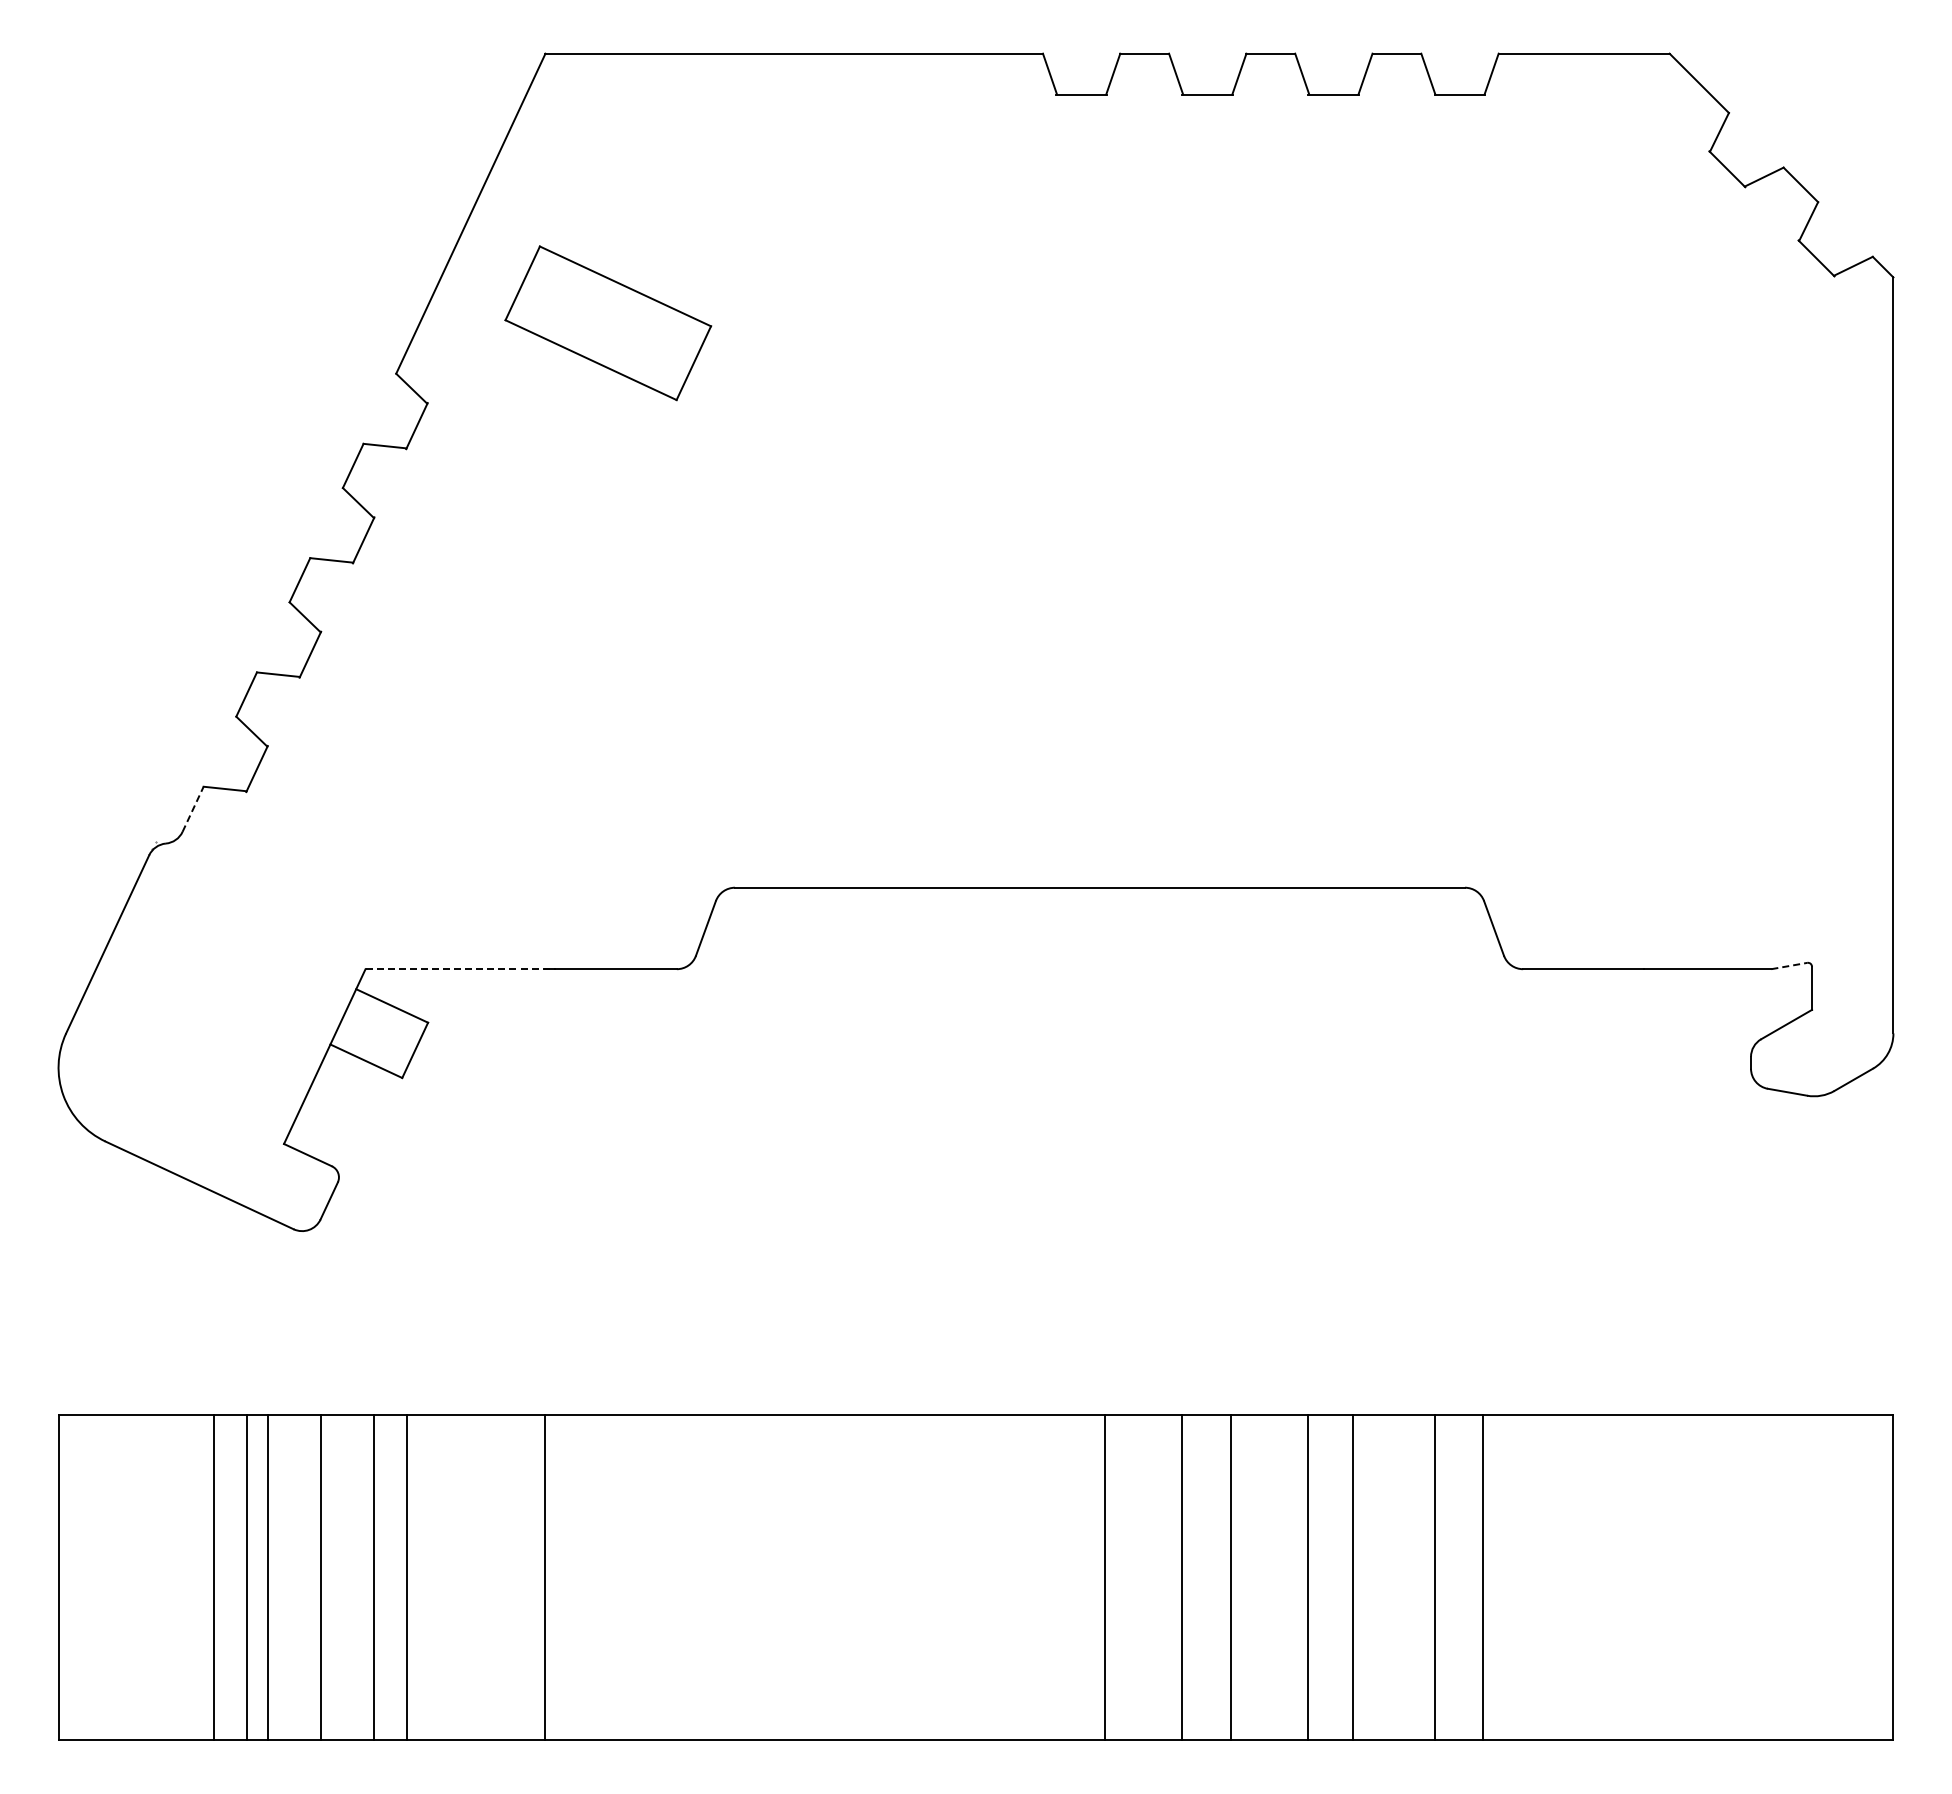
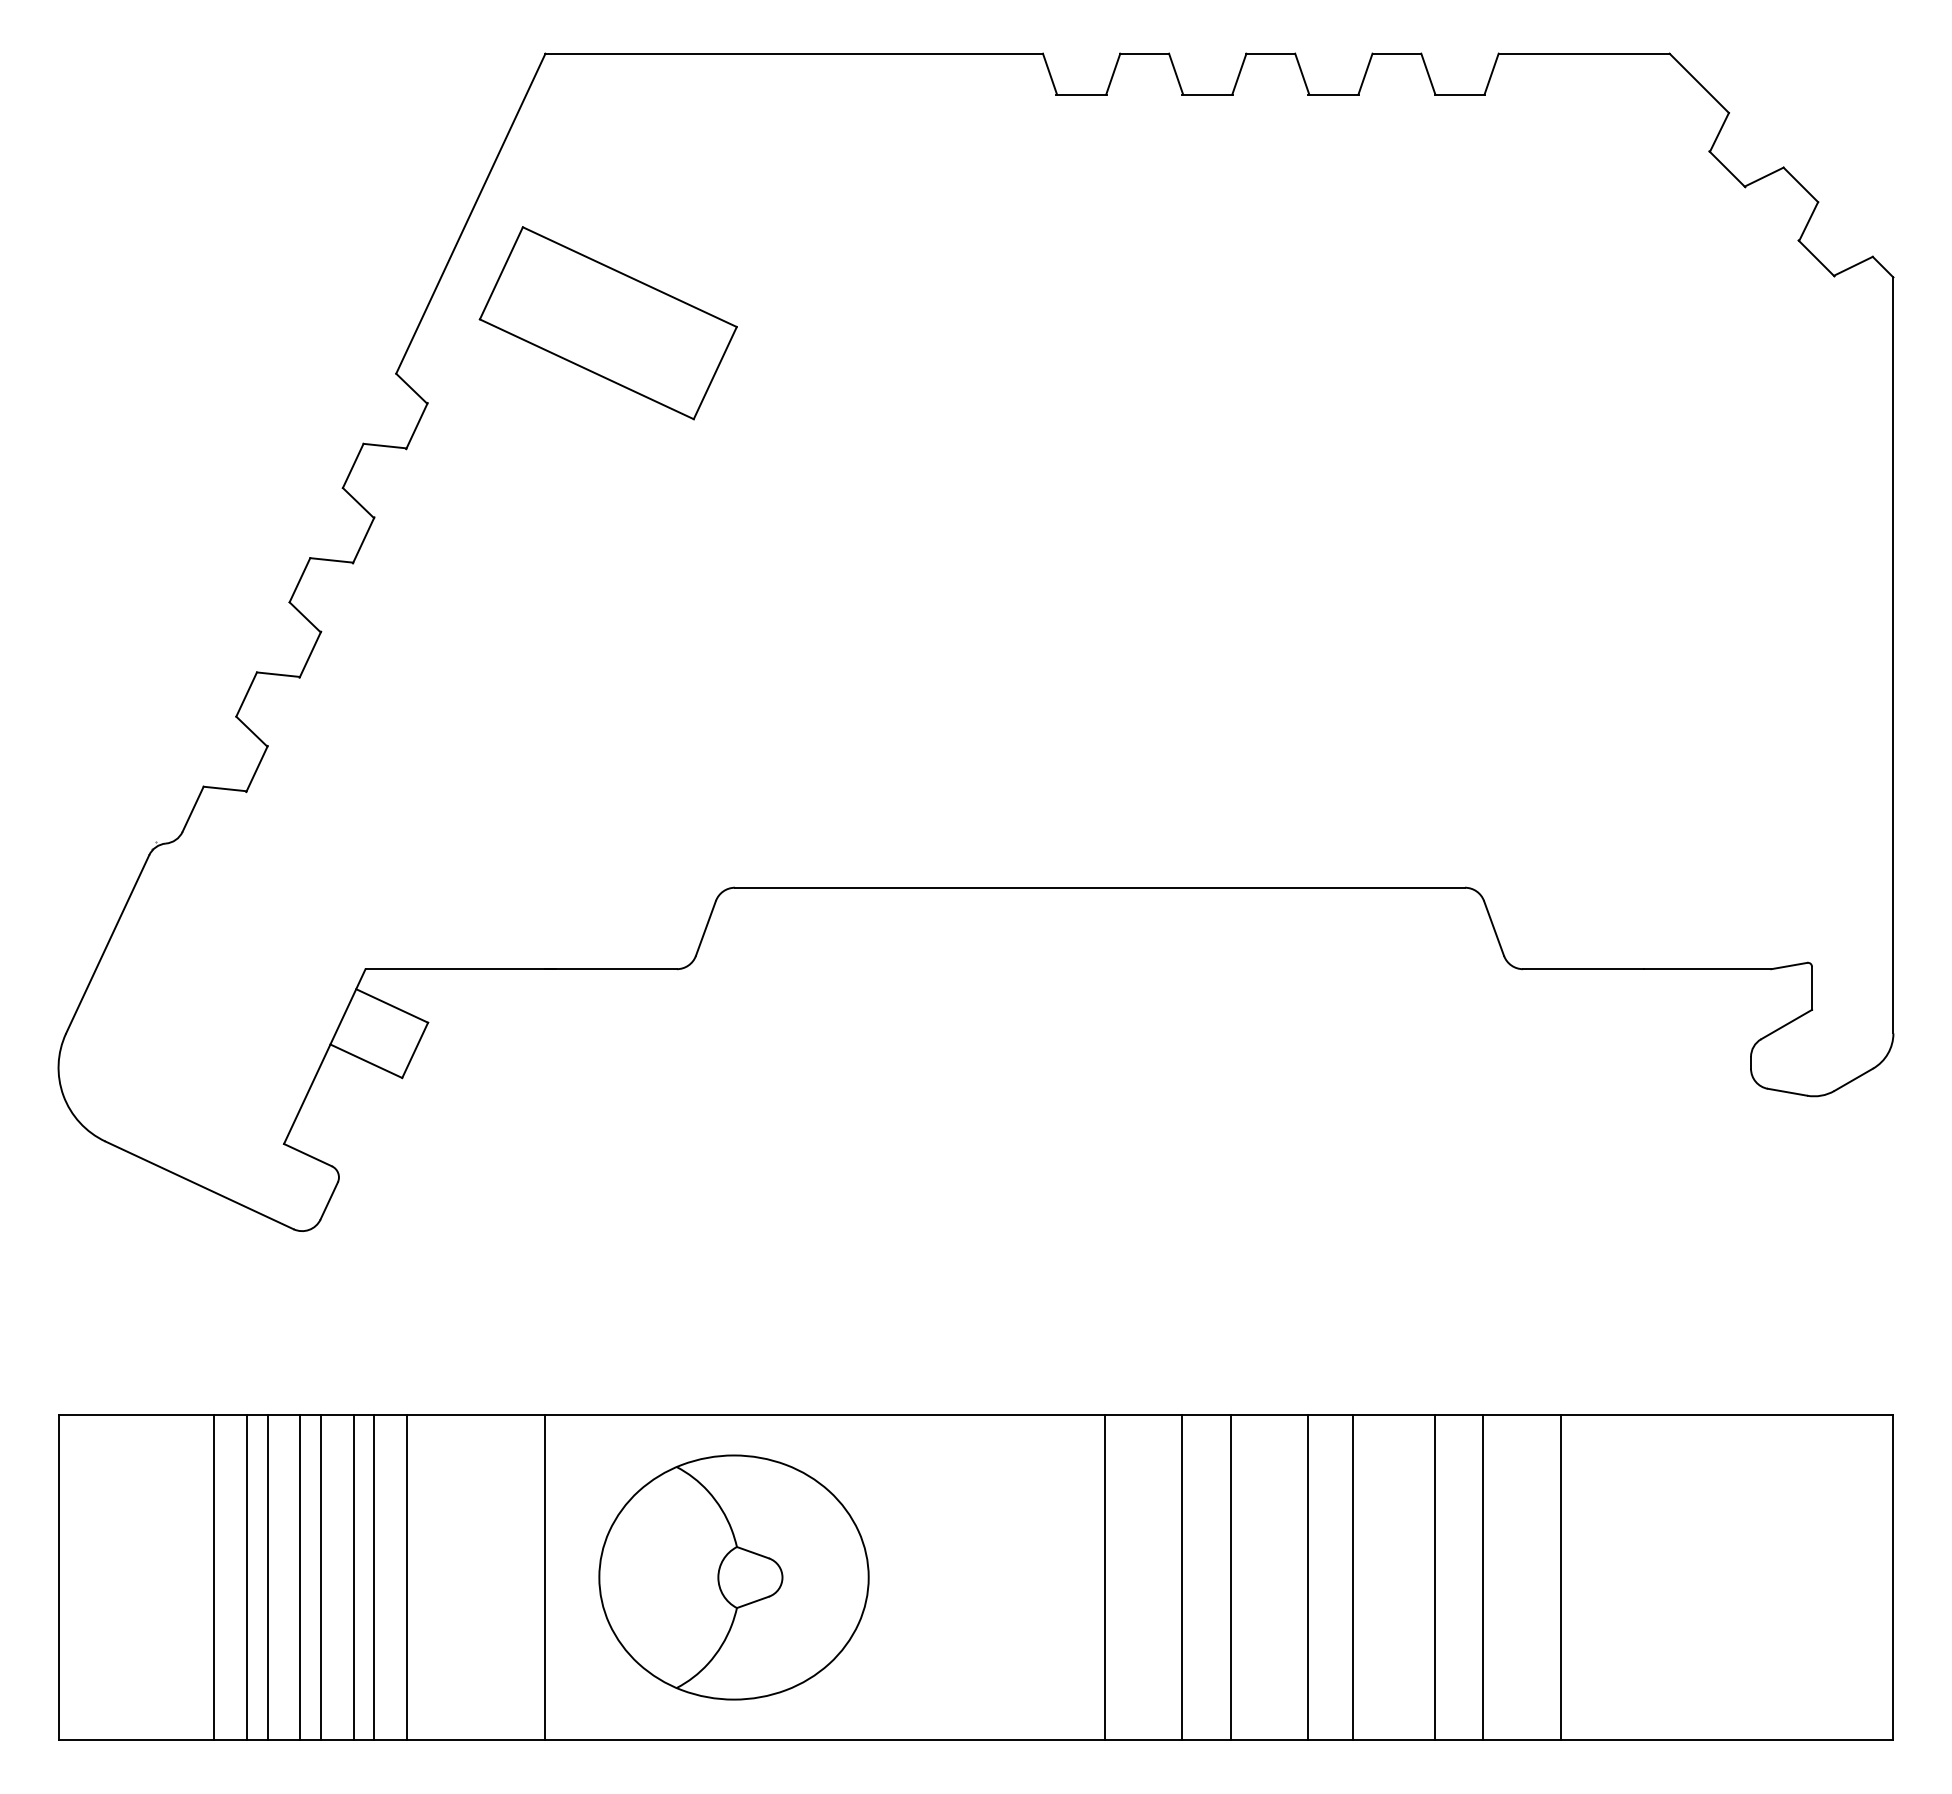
part at (608, 323) size: 209x157 px -> 260x195 px
line at (193, 809): dashed -> solid
line at (1789, 965): dashed -> solid
line at (461, 969): dashed -> solid
line at (300, 1577): none -> present
line at (353, 1577): none -> present
part at (733, 1577): none -> present
line at (1560, 1577): none -> present
